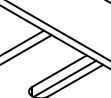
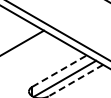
line at (26, 49): present -> none
line at (60, 70): solid -> dashed
line at (75, 80): solid -> dashed
